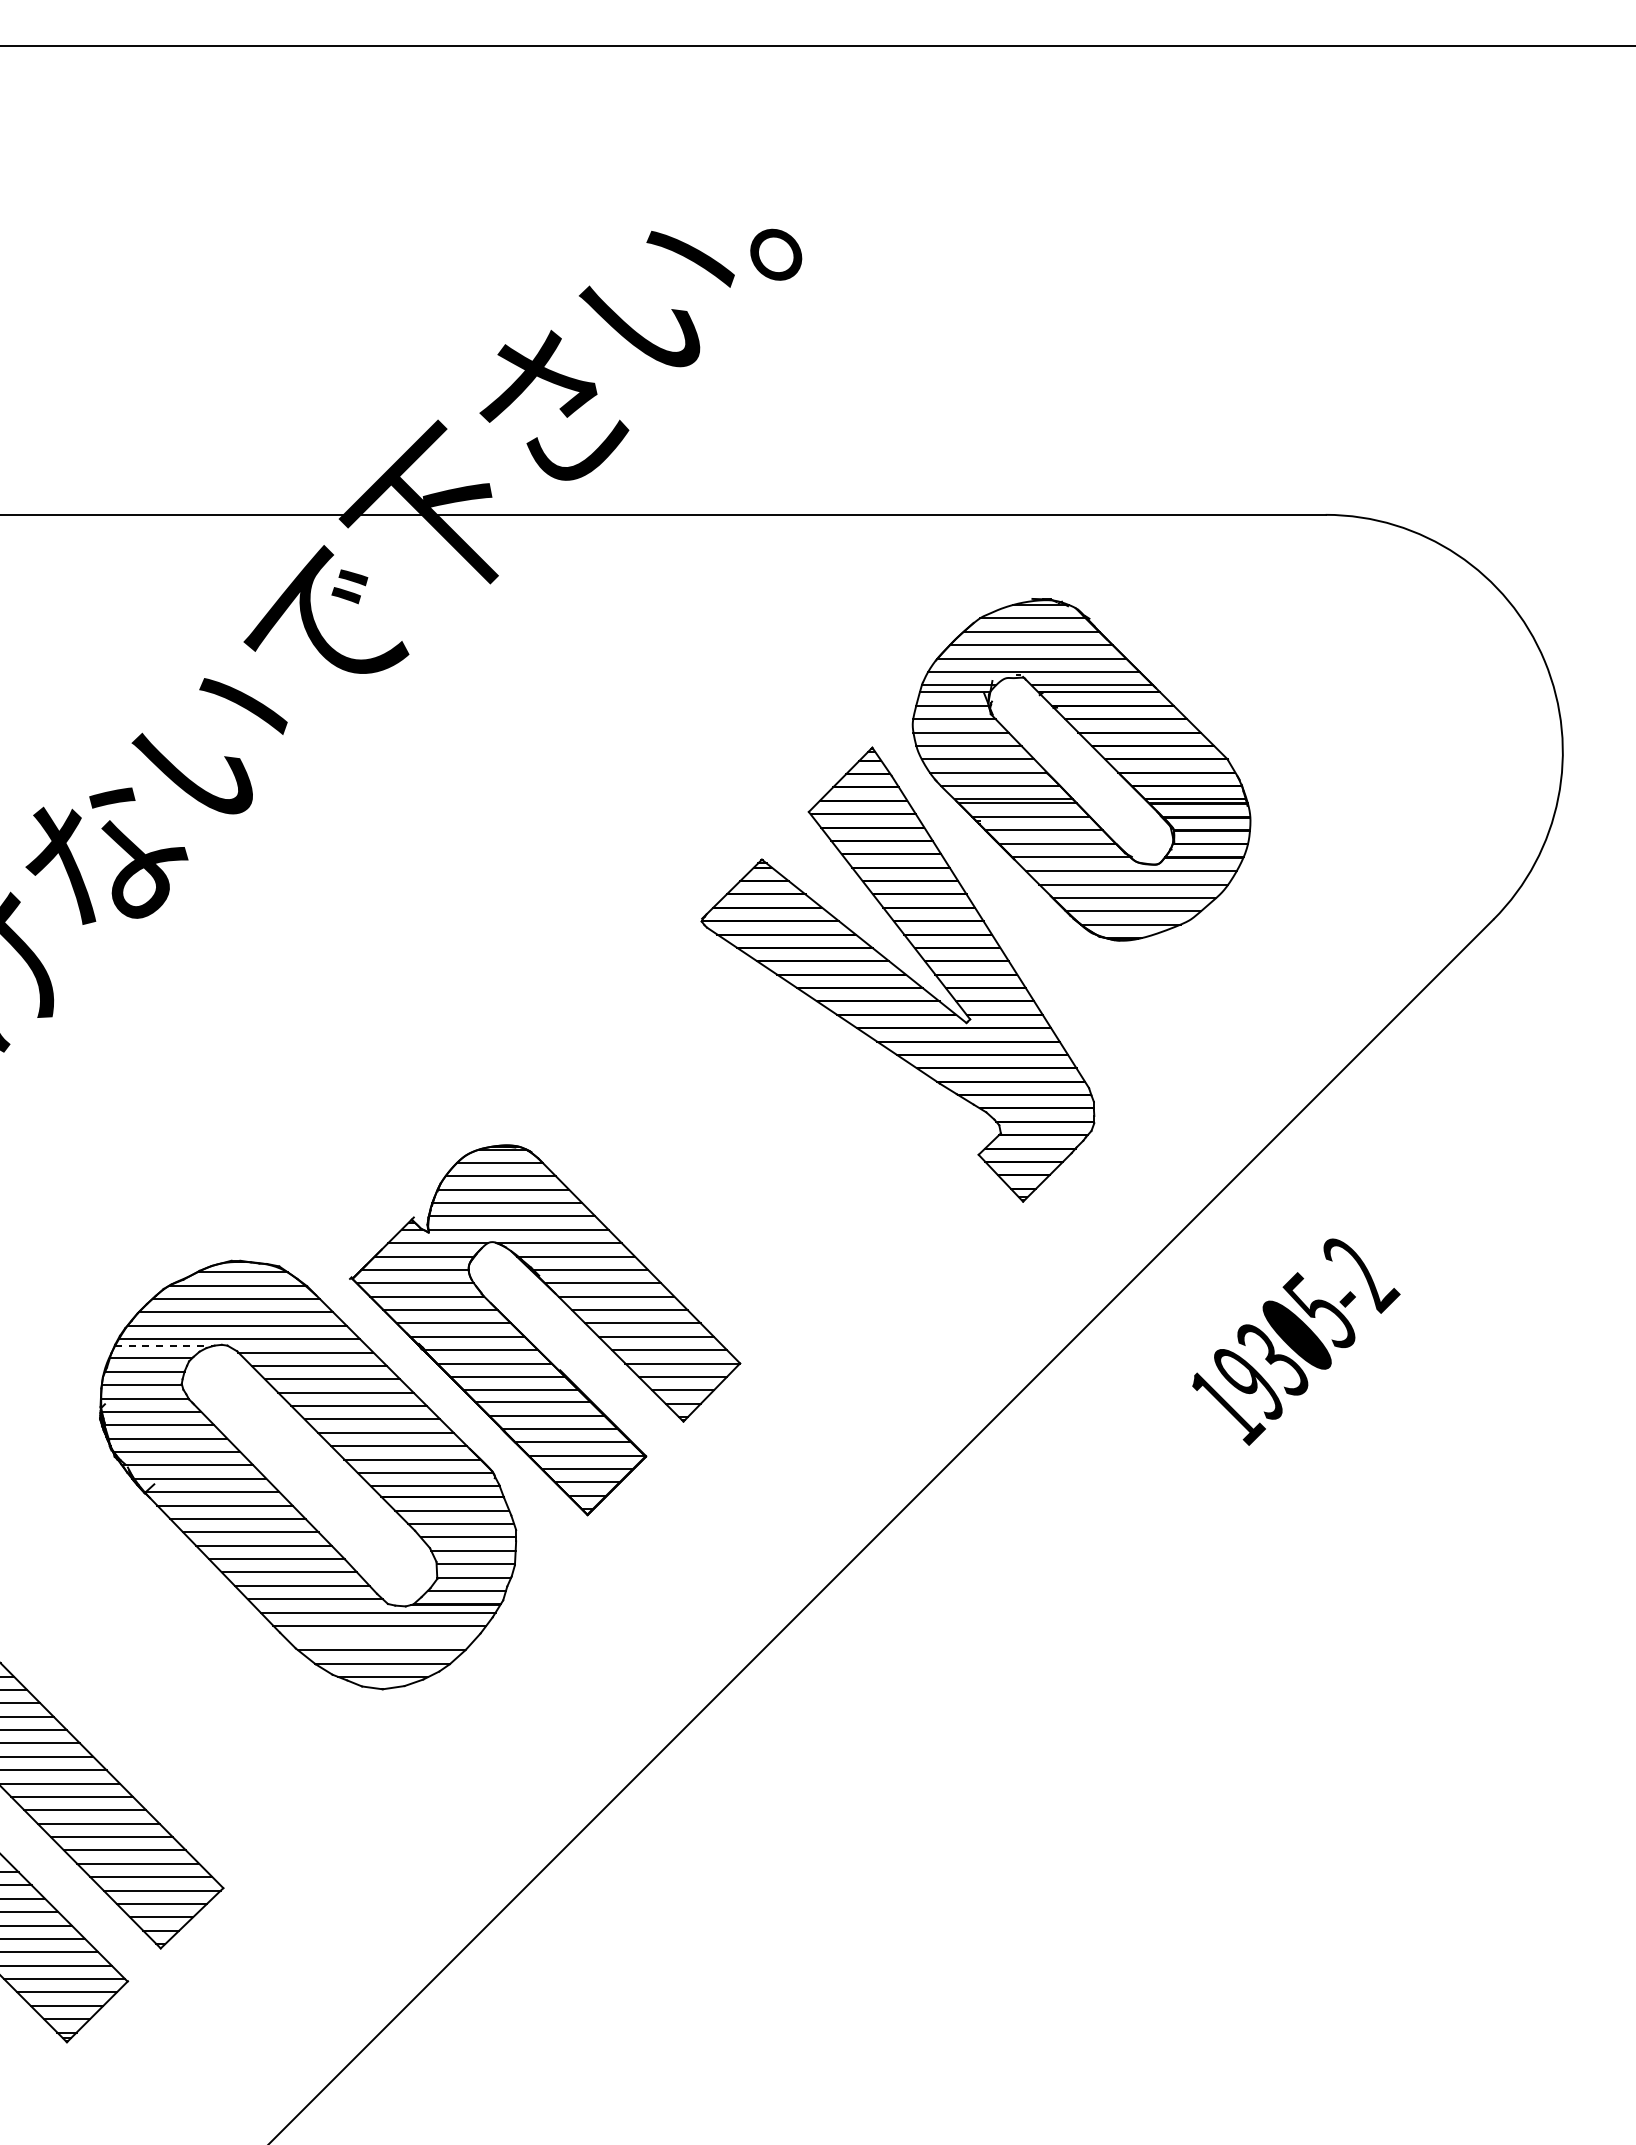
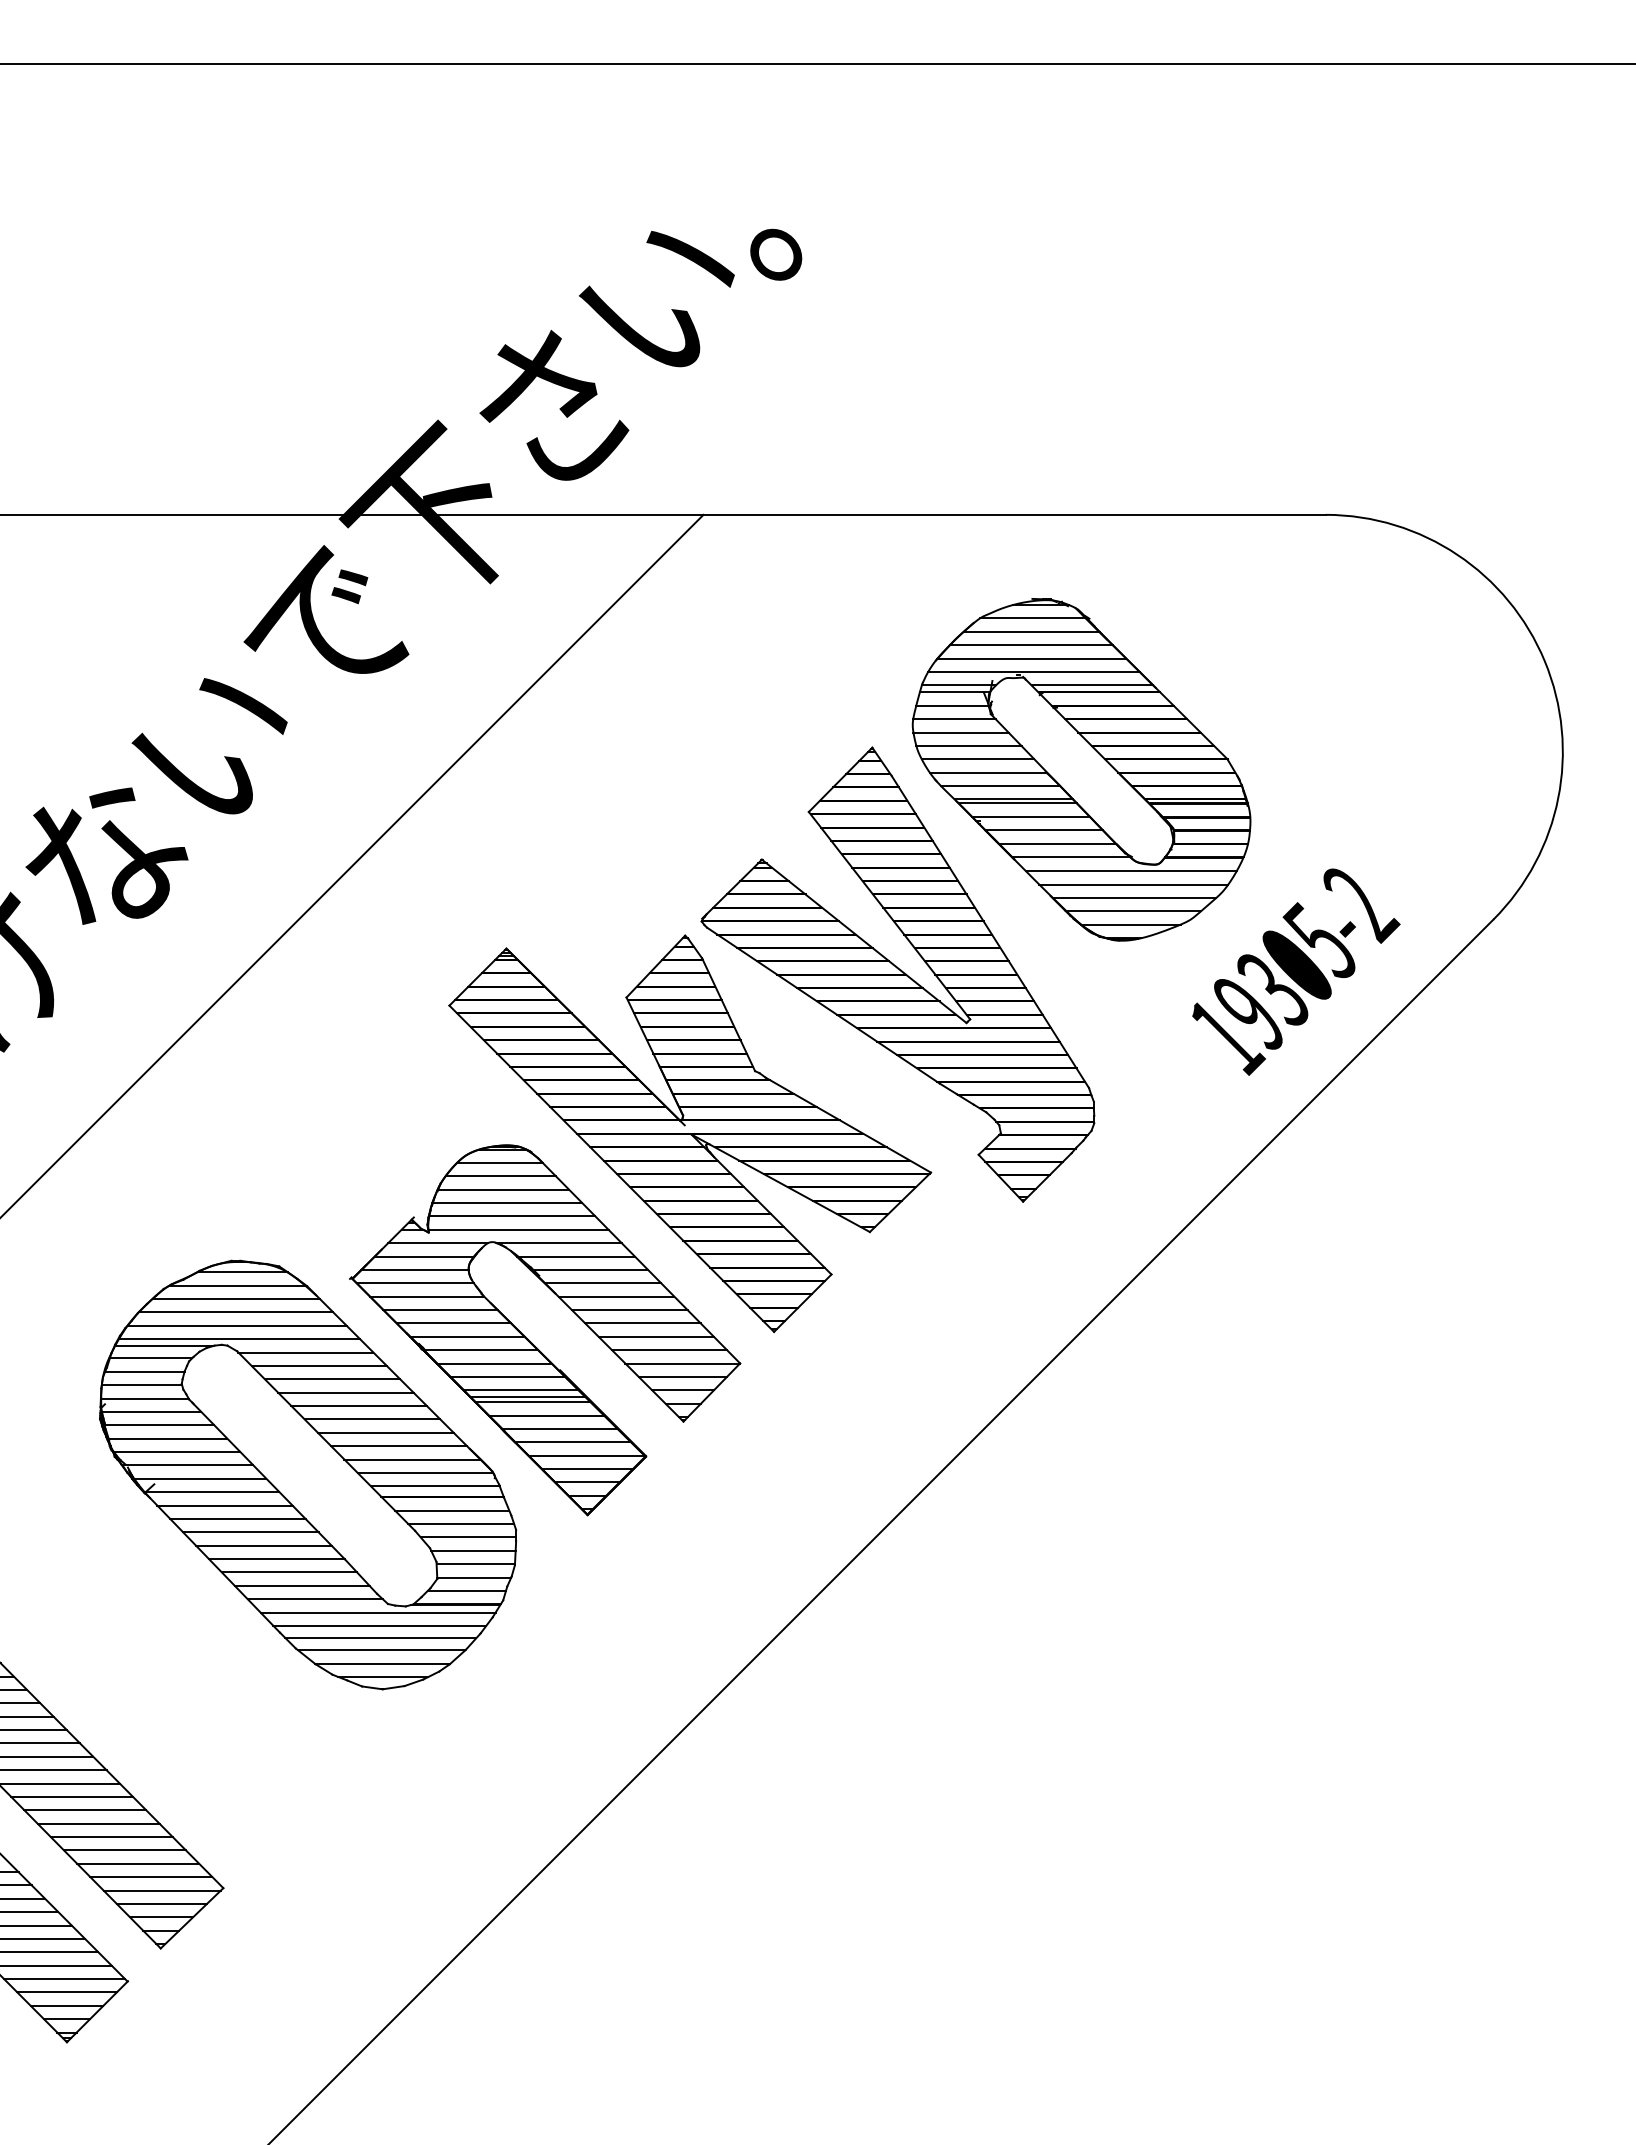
line at (817, 46) position: (817, 46) -> (817, 64)
line at (352, 864): none -> present
part at (690, 1133): none -> present
text at (1296, 1341) position: (1296, 1341) -> (1296, 971)
line at (163, 1346): dashed -> solid
line at (527, 1396): none -> present
line at (380, 1638): none -> present
